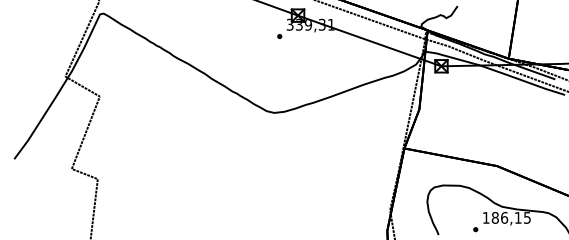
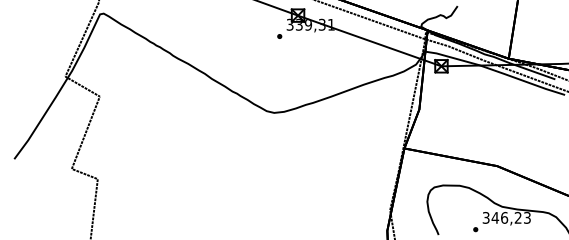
text at (506, 217): 186,15 -> 346,23
